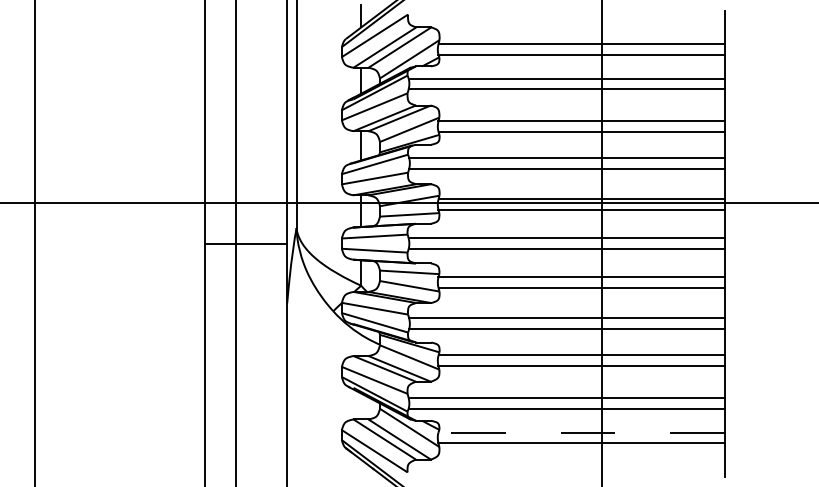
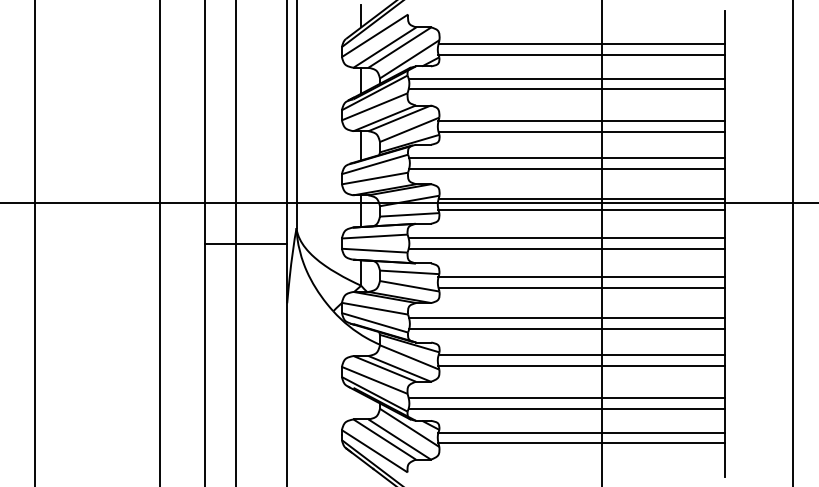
line at (160, 242): none -> present
line at (793, 242): none -> present
line at (581, 432): dashed -> solid
